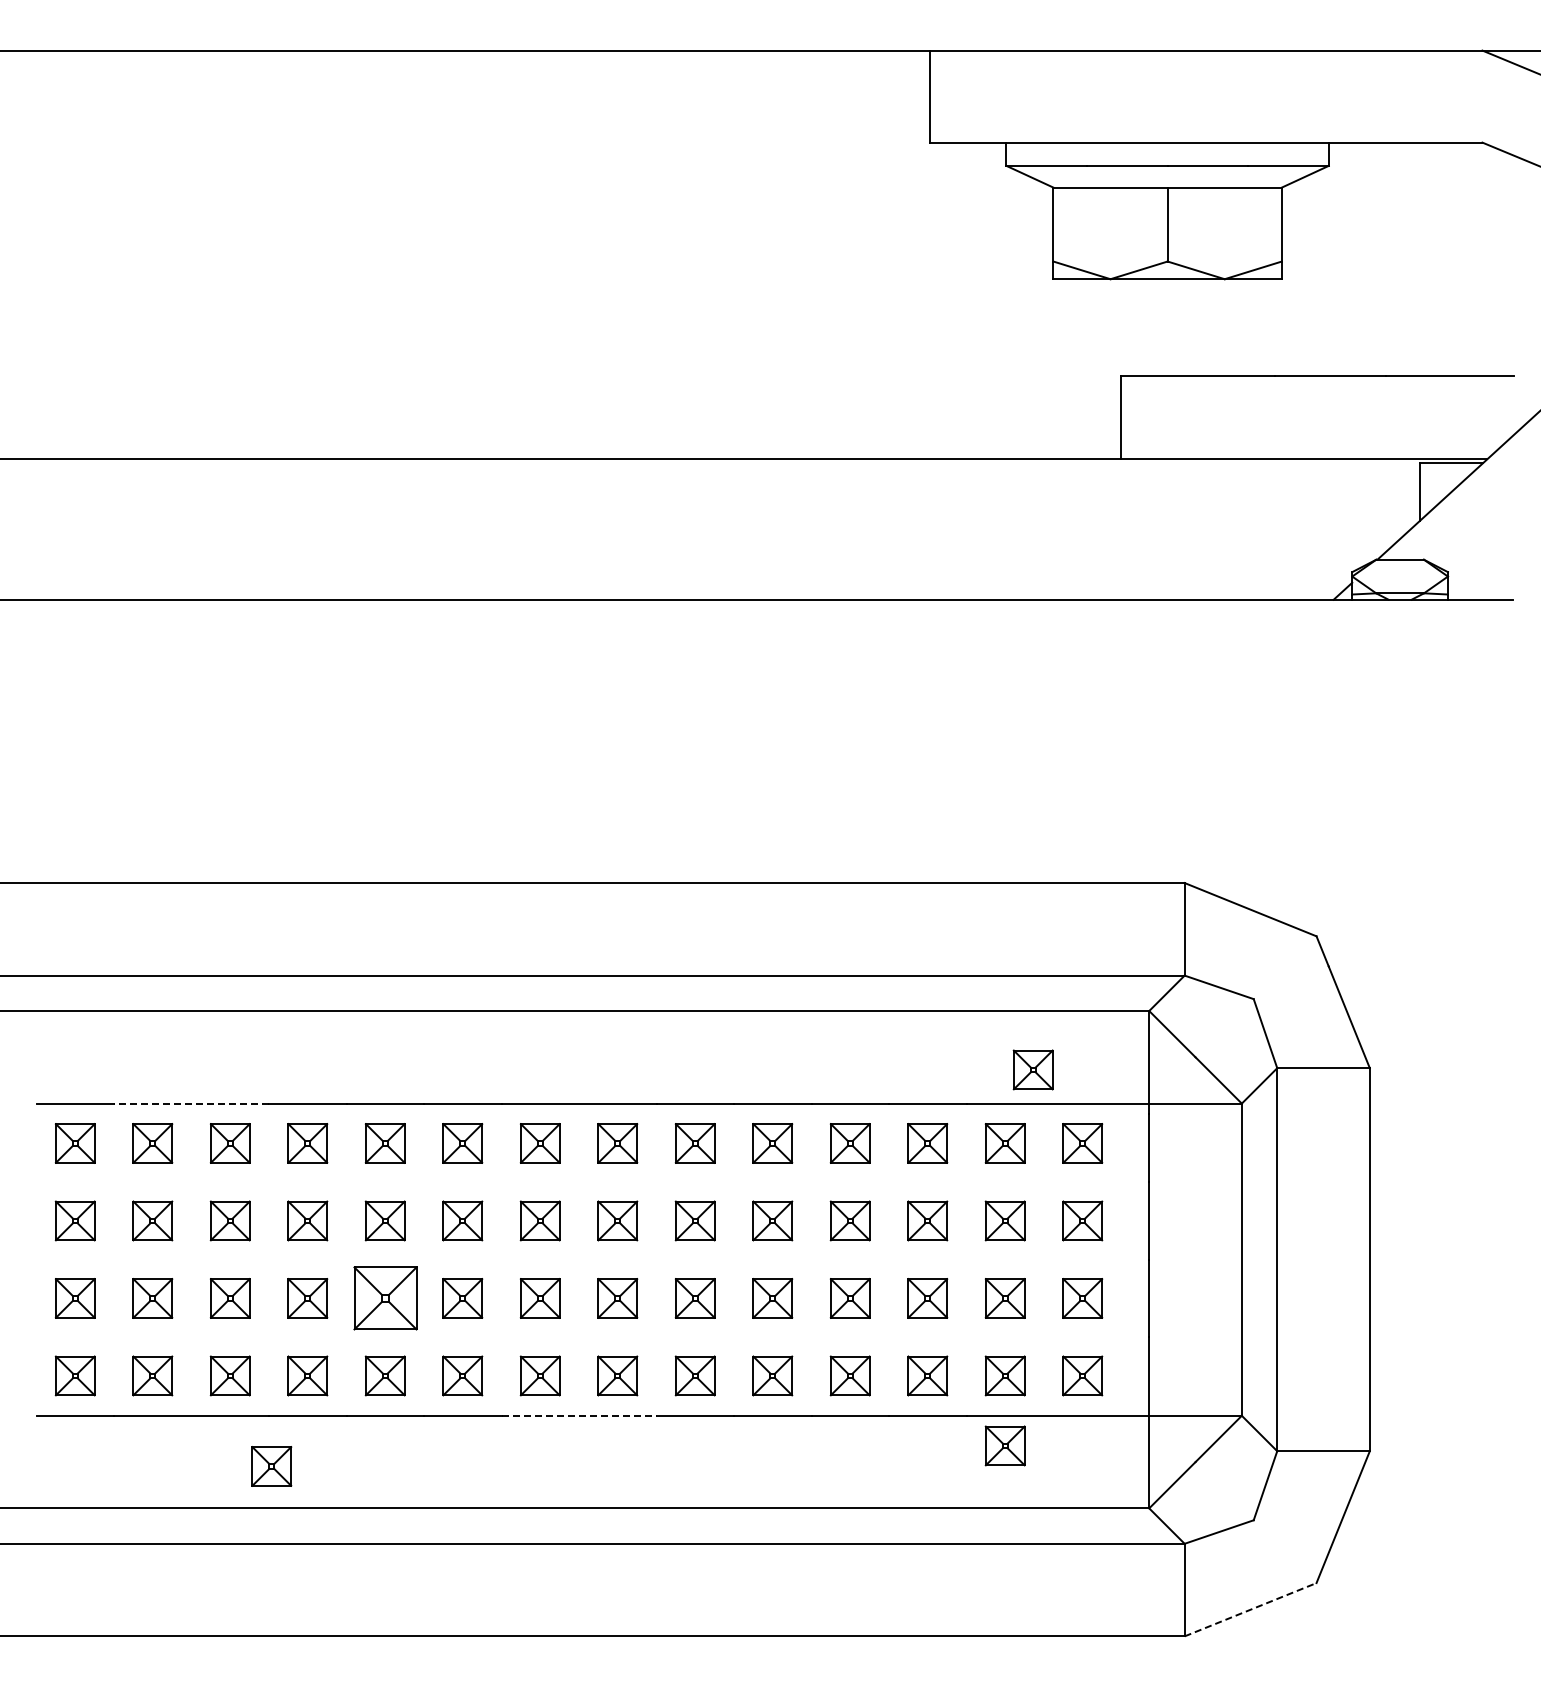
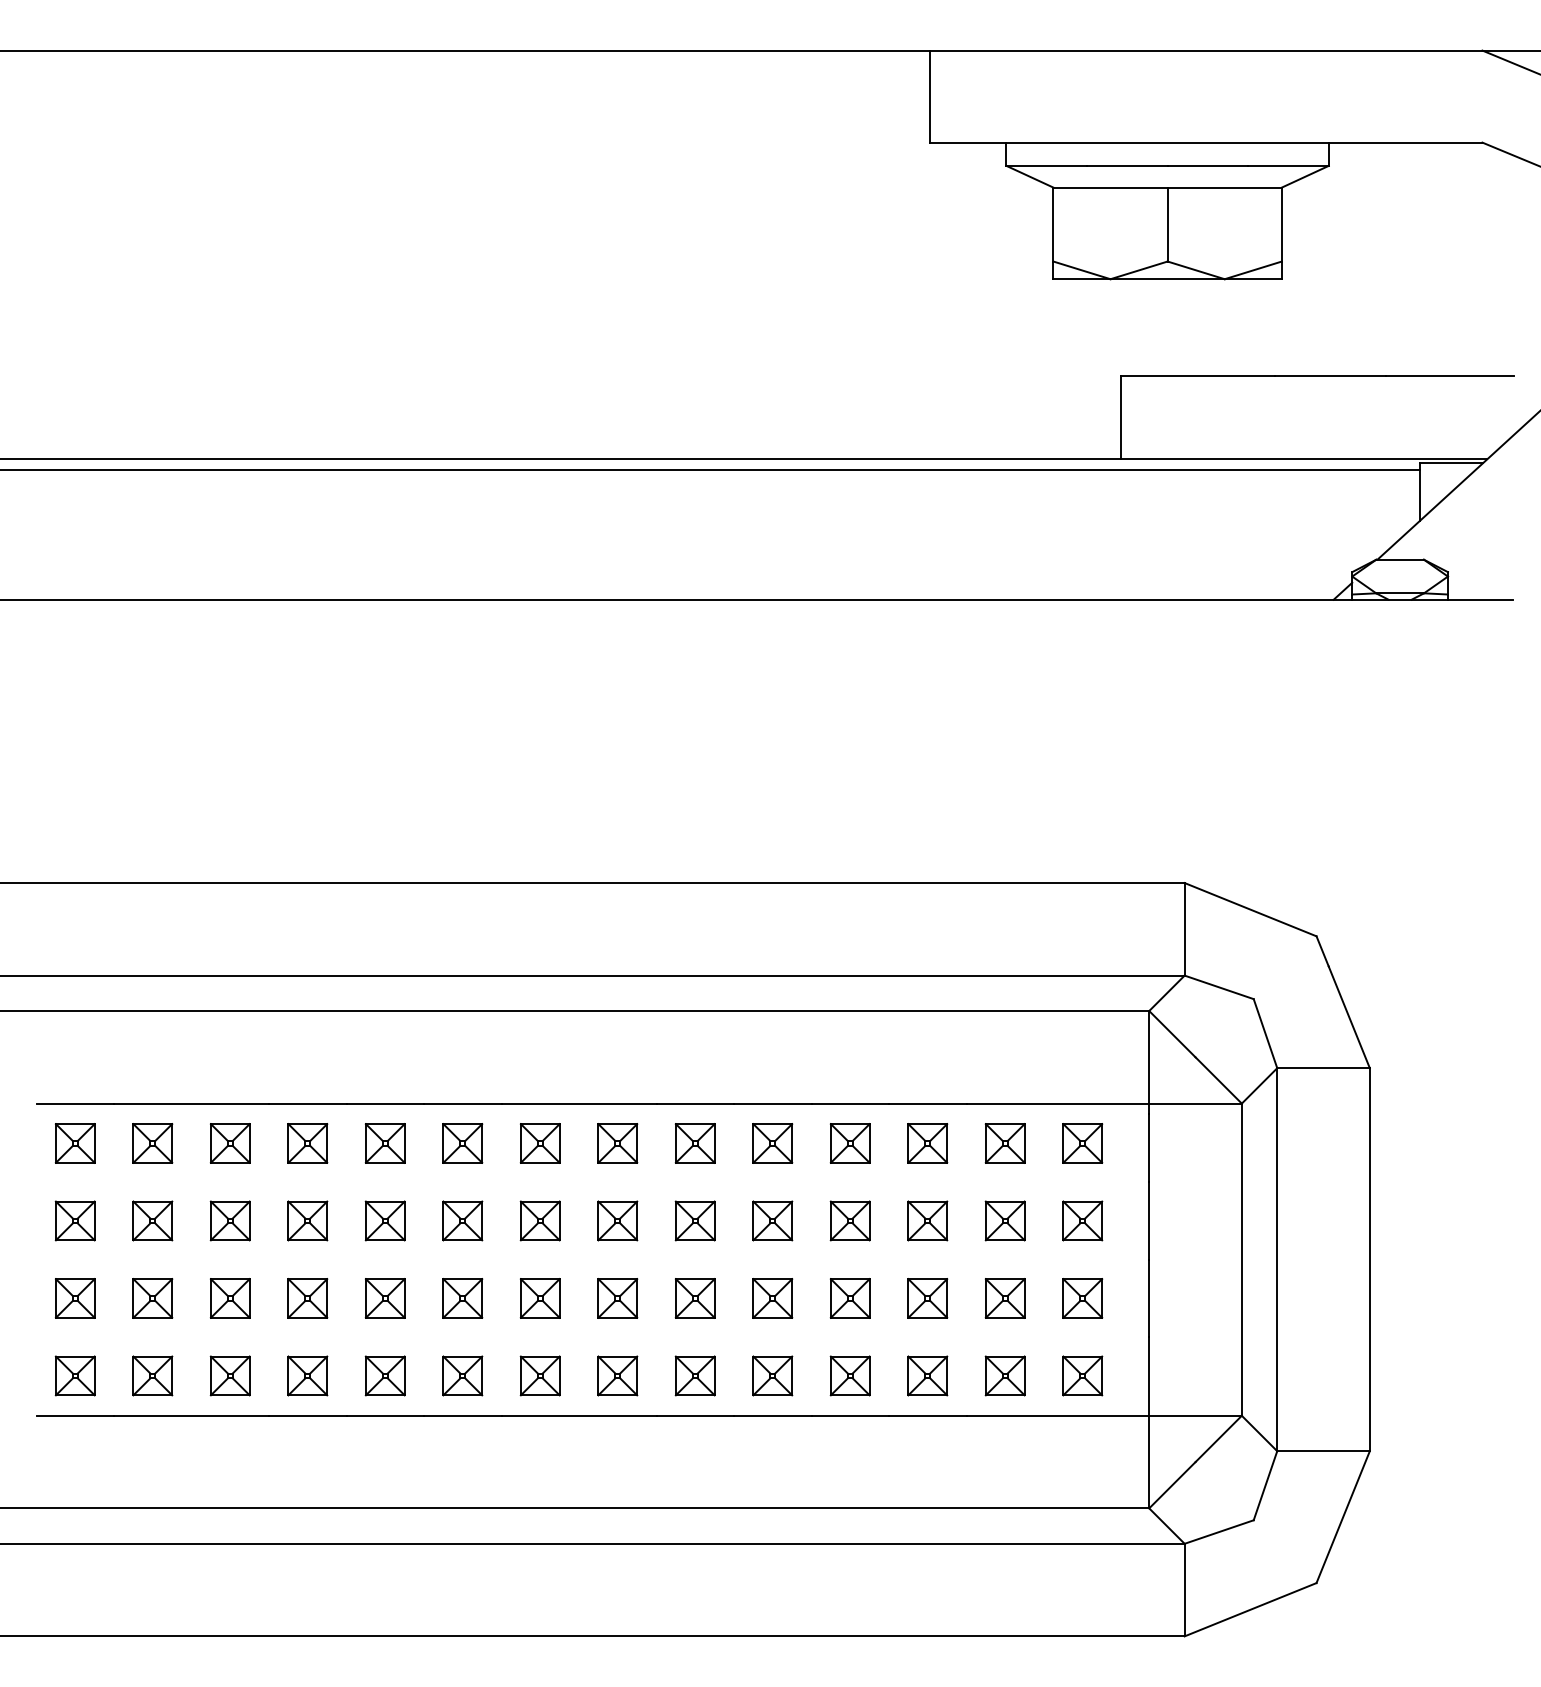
line at (710, 469): none -> present
part at (1032, 1069): present -> none
line at (191, 1103): dashed -> solid
part at (385, 1298) size: 65x65 px -> 42x41 px
line at (579, 1415): dashed -> solid
part at (1004, 1445): present -> none
part at (271, 1466): present -> none
line at (1251, 1609): dashed -> solid
